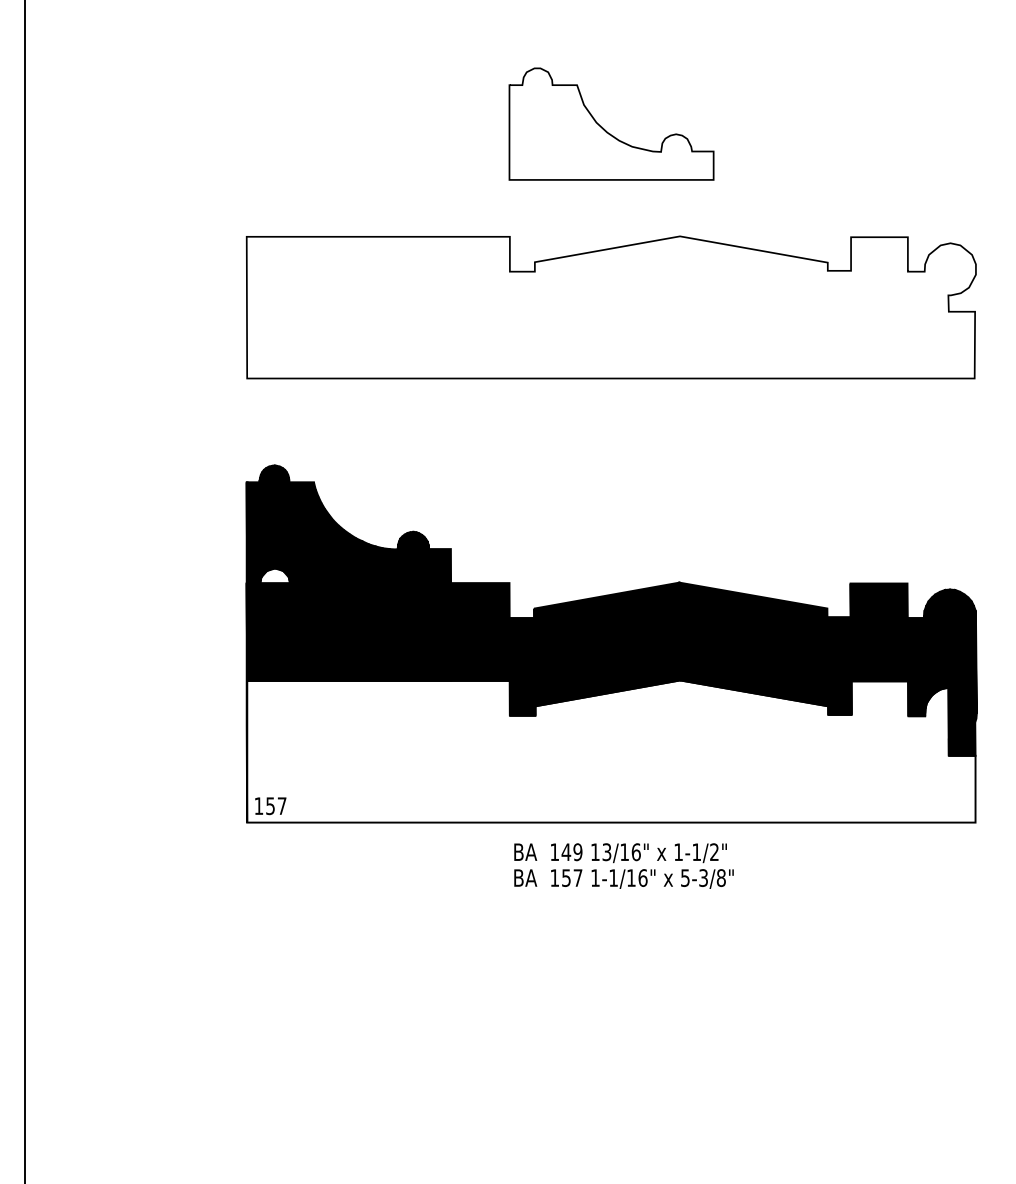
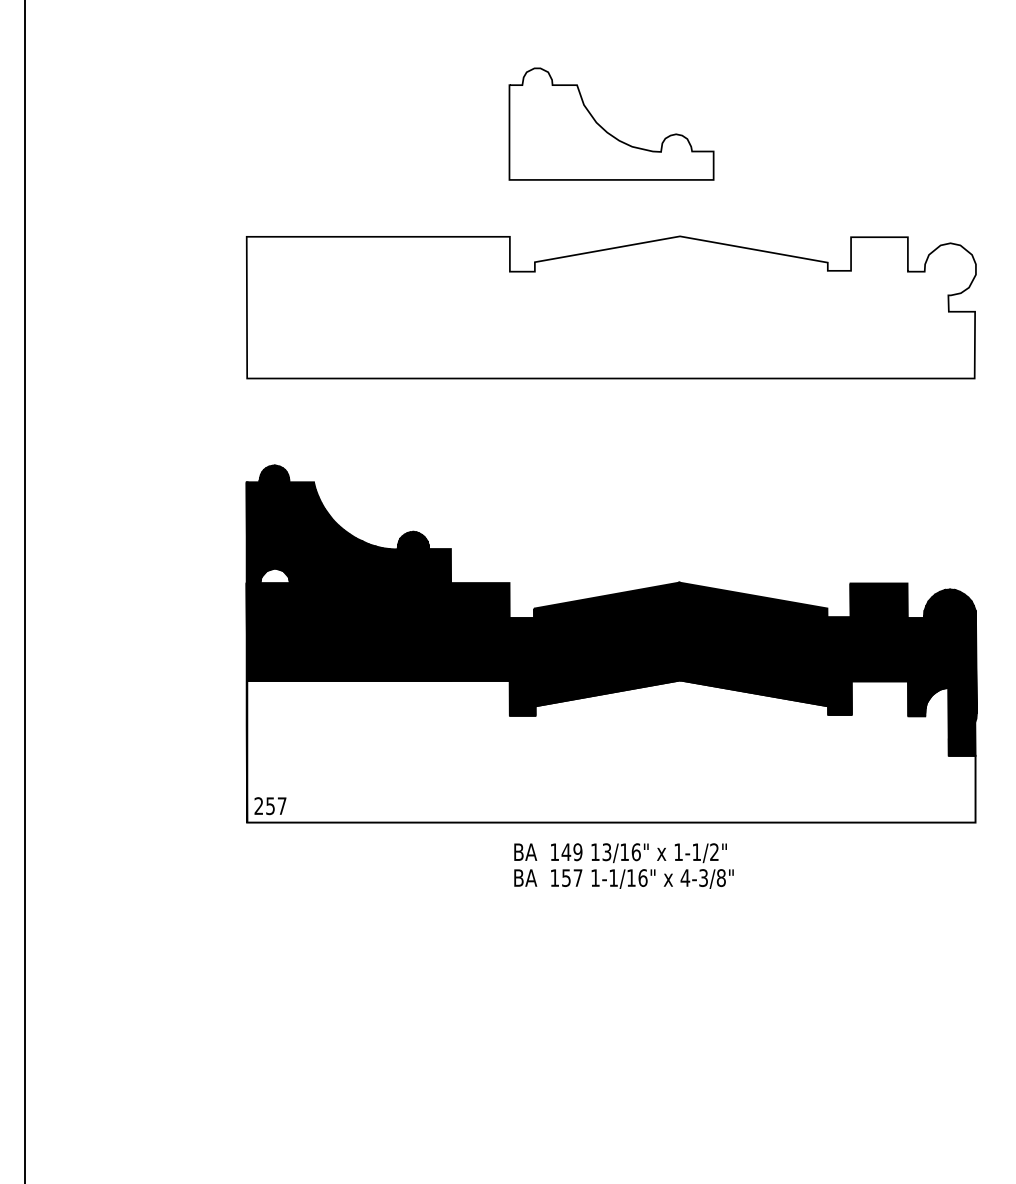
text at (258, 805): 157 -> 257
text at (685, 877): 5-3/8" -> 4-3/8"
